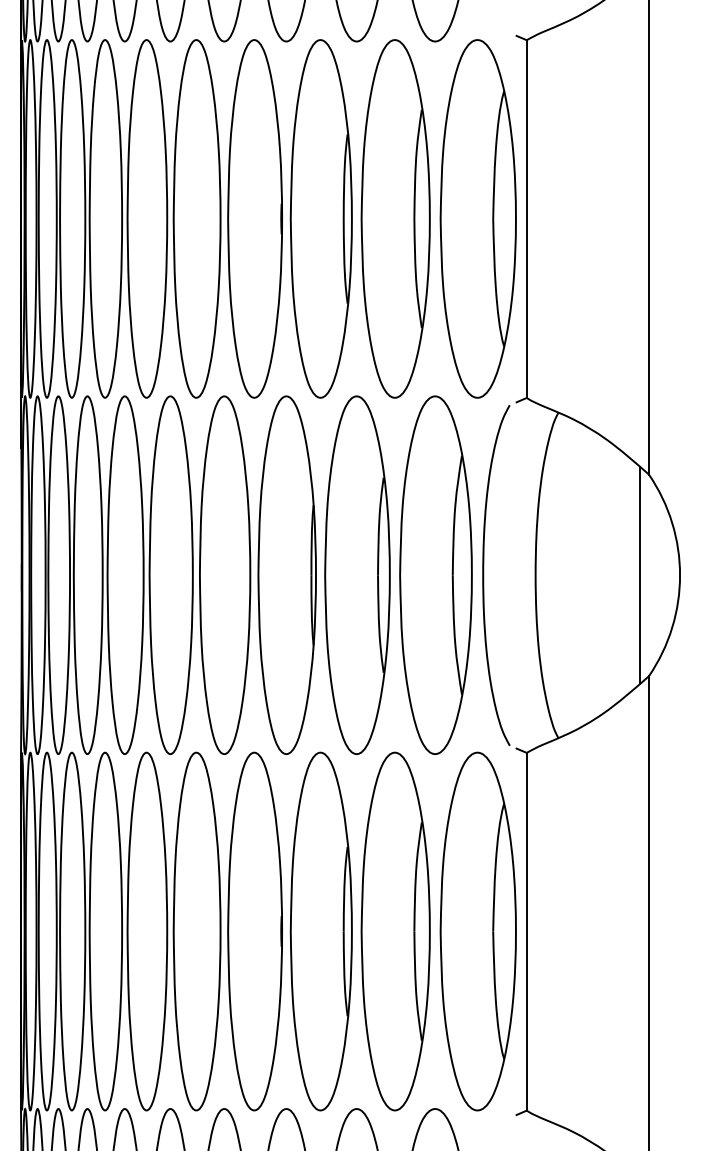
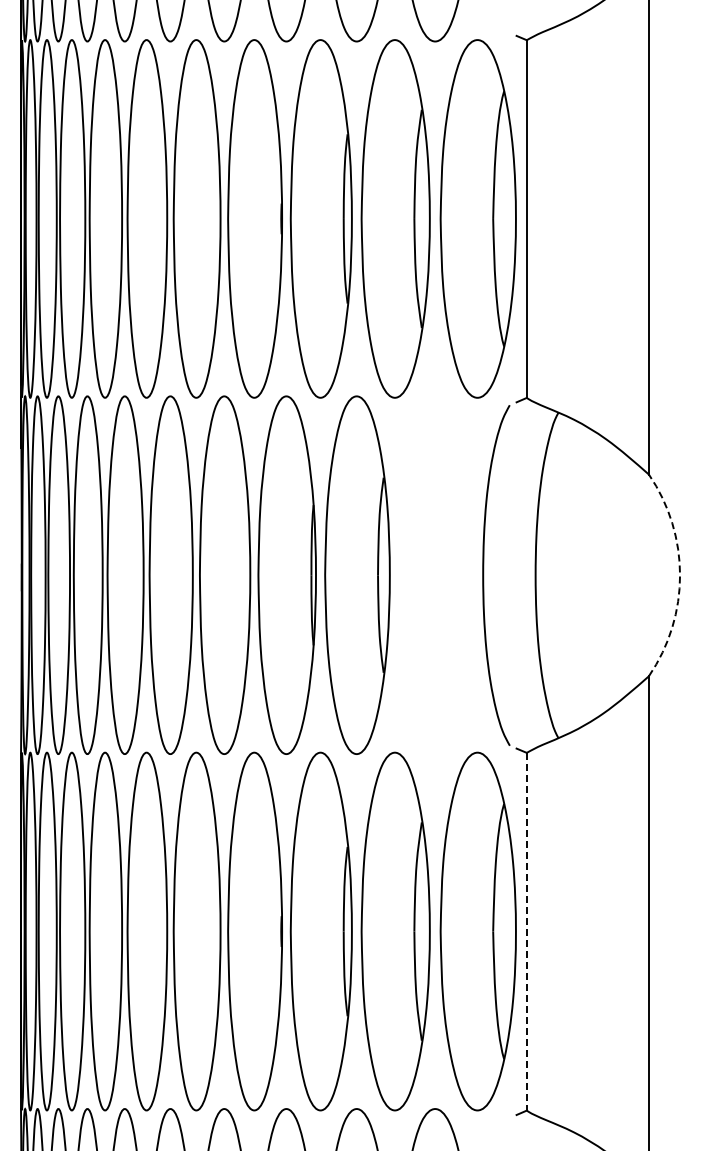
part at (435, 574): present -> none
line at (639, 575): present -> none
arc at (680, 575): solid -> dashed
line at (526, 931): solid -> dashed
